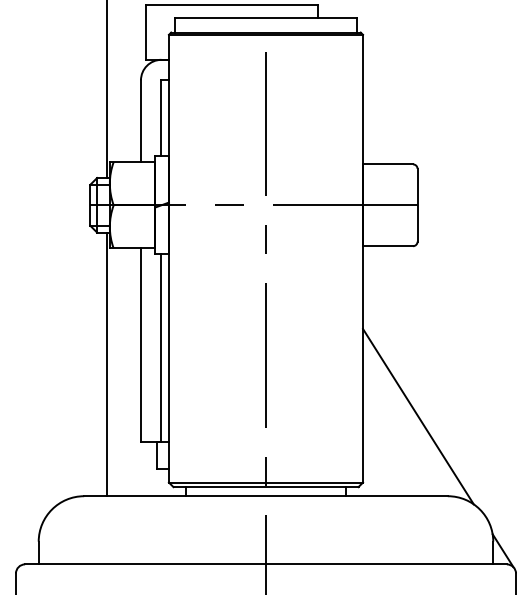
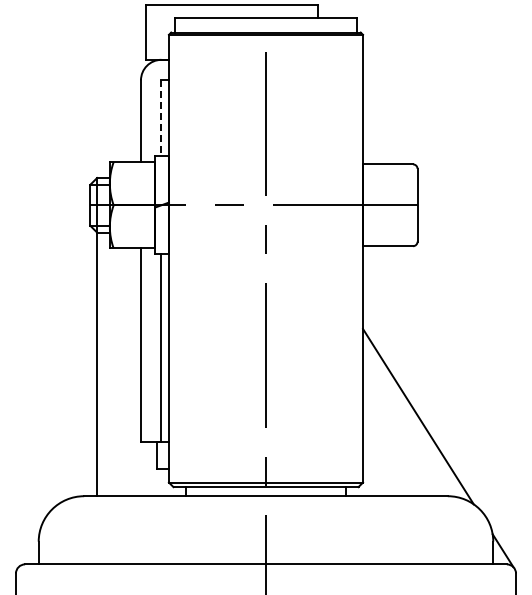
line at (106, 90): present -> none
line at (161, 118): solid -> dashed
line at (106, 364) position: (106, 364) -> (96, 364)
